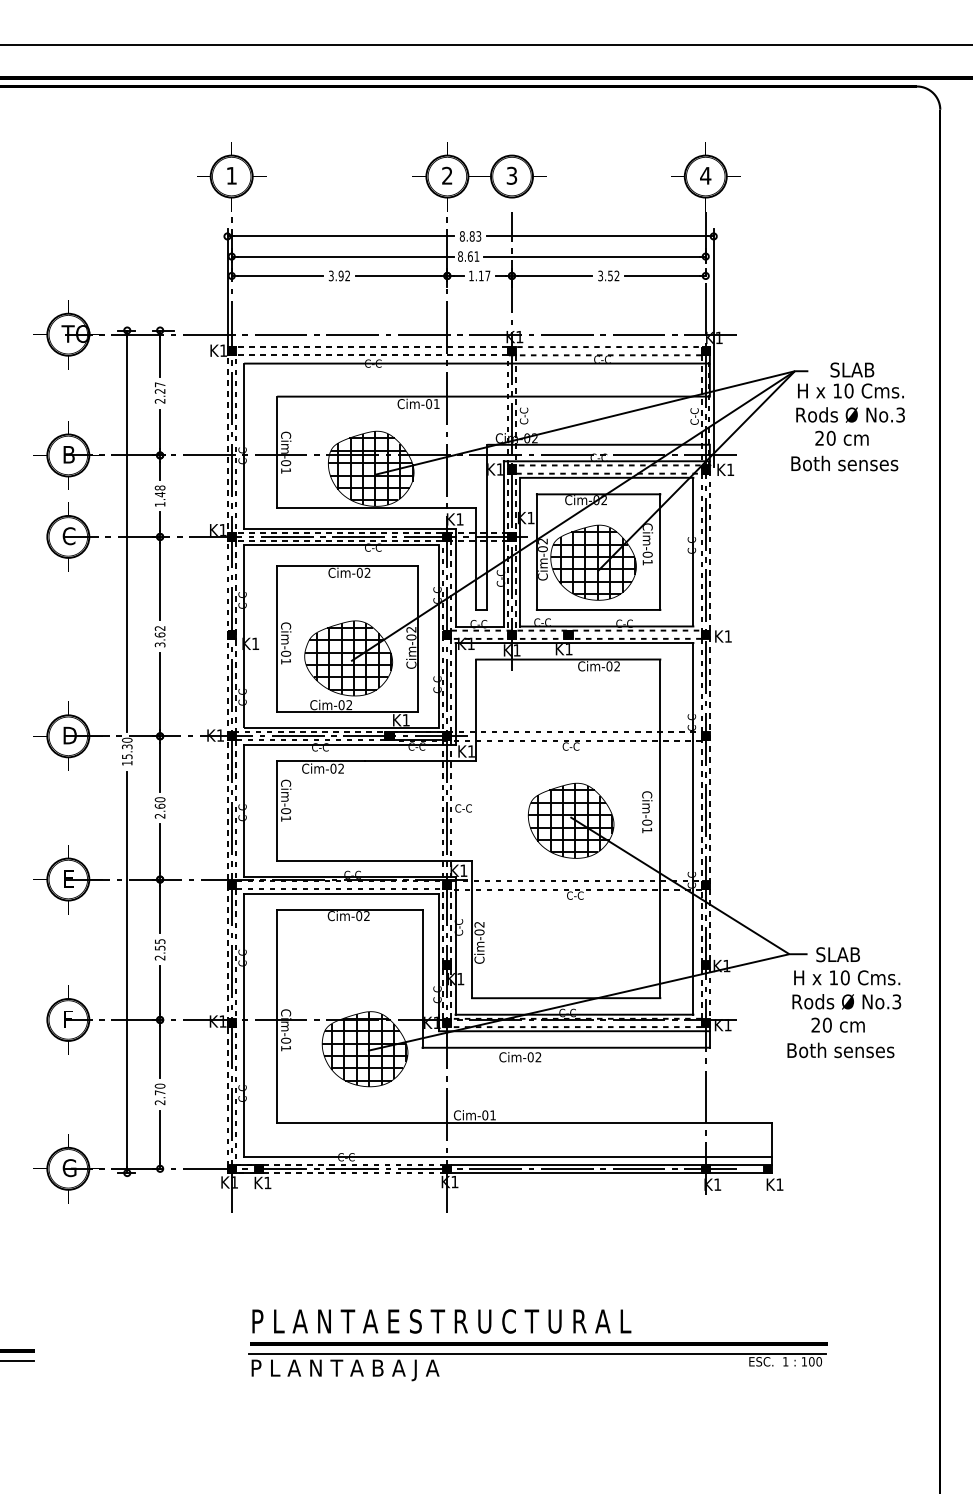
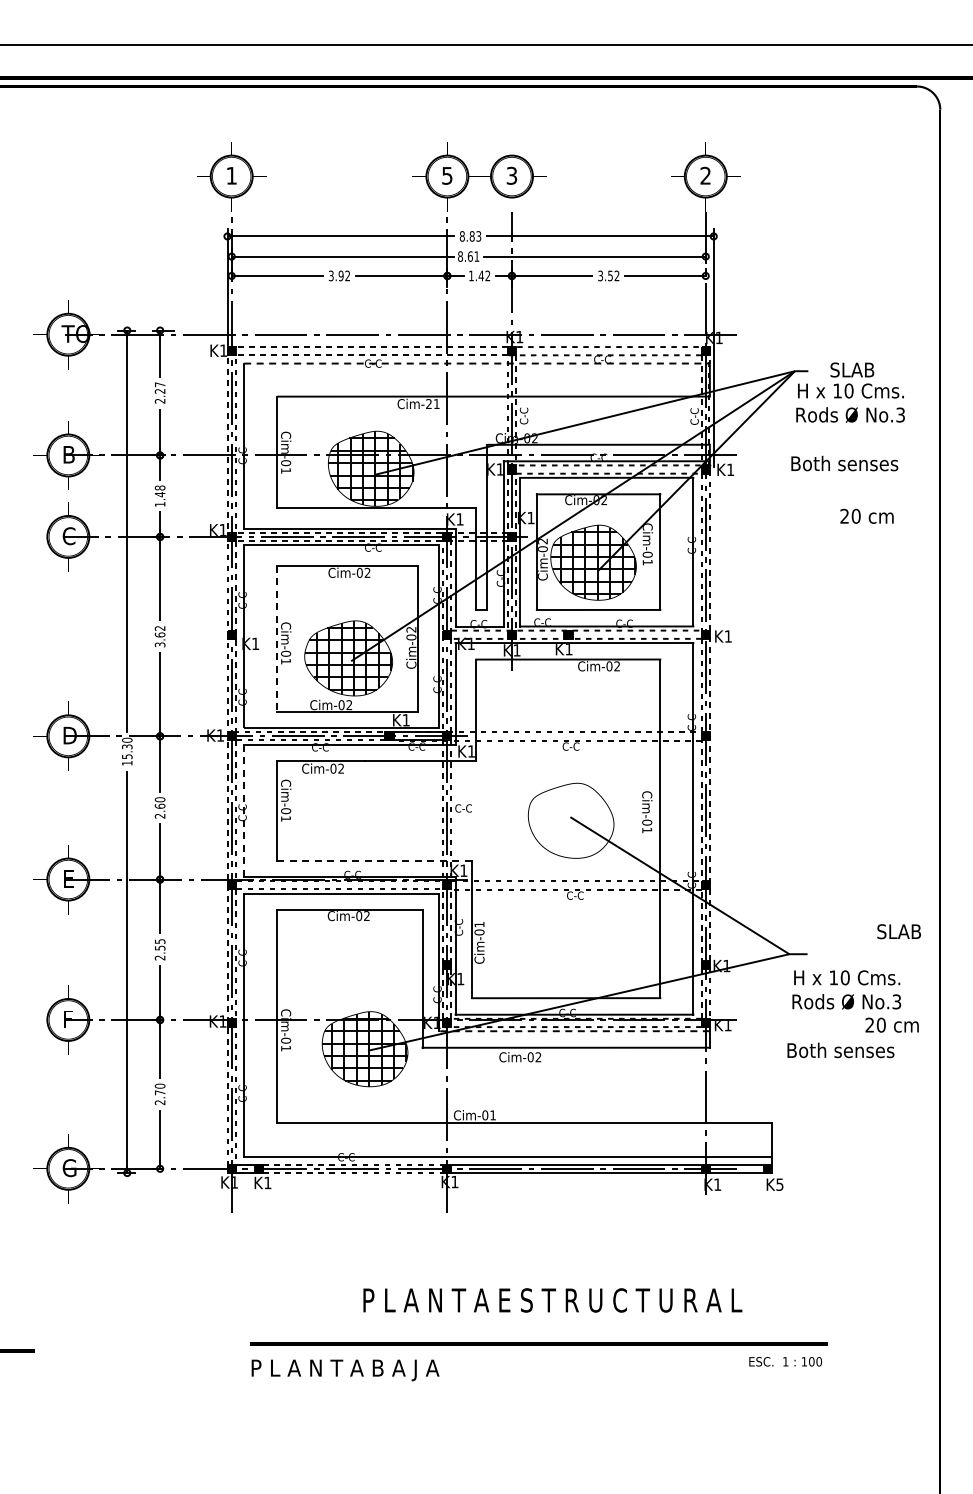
text at (447, 175): 2 -> 5
text at (705, 175): 4 -> 2
text at (484, 275): 1.17 -> 1.42
line at (486, 363): solid -> dashed
text at (429, 404): Cim-01 -> Cim-21
text at (841, 437) position: (841, 437) -> (866, 515)
line at (277, 638): solid -> dashed
line at (244, 811): solid -> dashed
hatch at (570, 820): present -> none
line at (375, 860): solid -> dashed
text at (479, 924): Cim-02 -> Cim-01
text at (837, 954) position: (837, 954) -> (898, 931)
text at (837, 1024) position: (837, 1024) -> (891, 1024)
line at (573, 1031): solid -> dashed
text at (779, 1184): K1 -> K5
text at (441, 1321) position: (441, 1321) -> (552, 1300)
line at (537, 1353): present -> none
line at (17, 1361): present -> none
